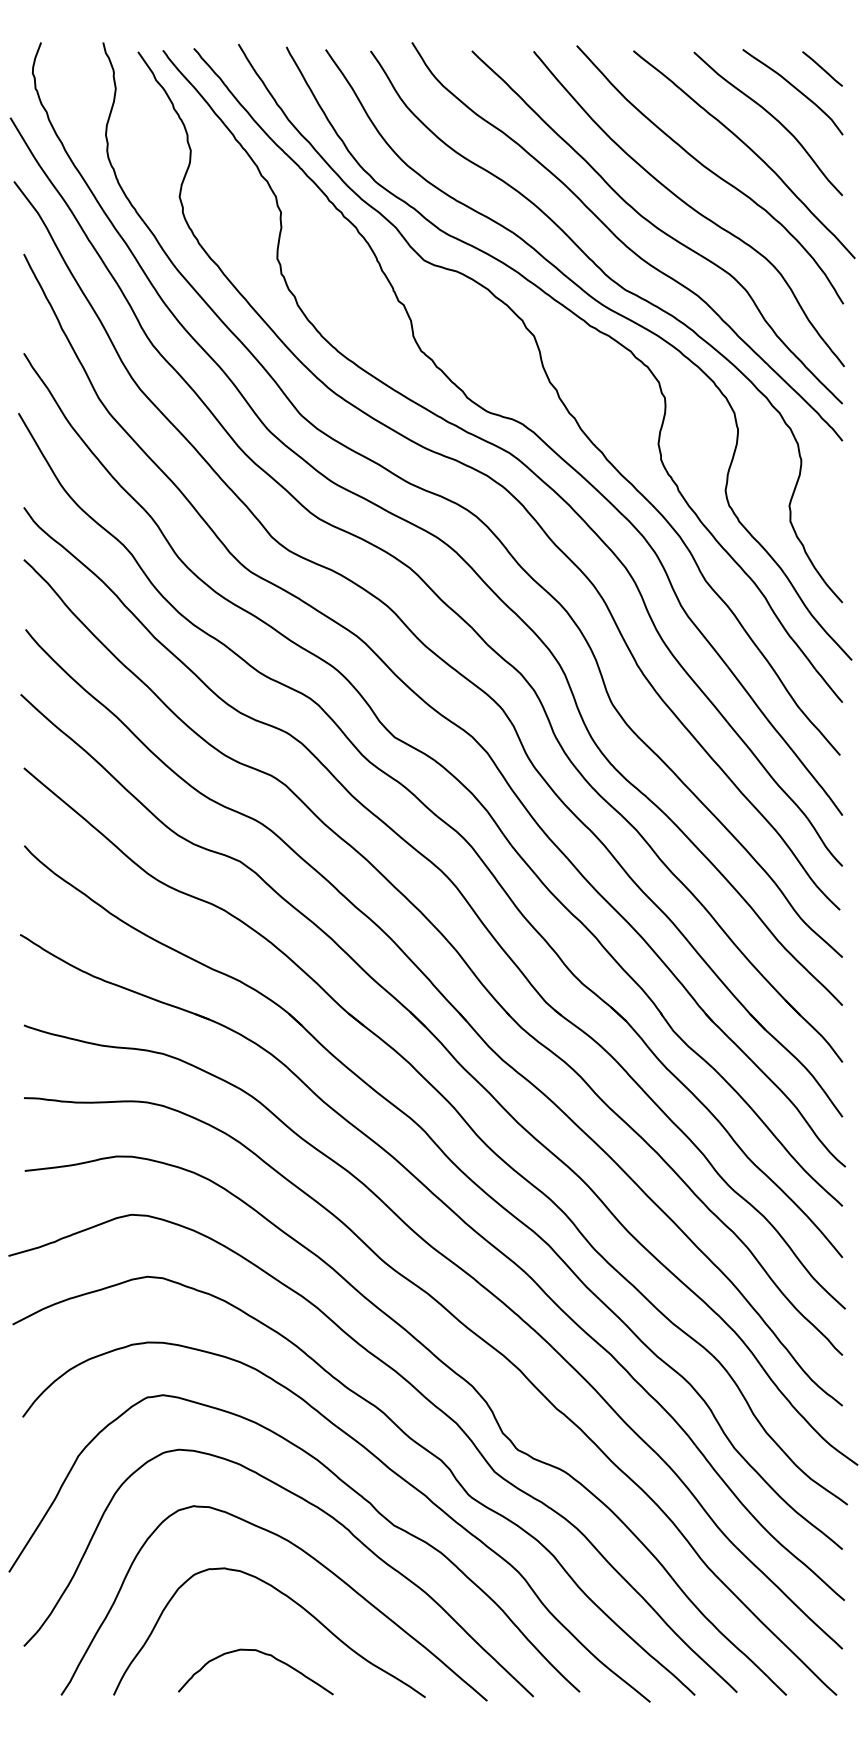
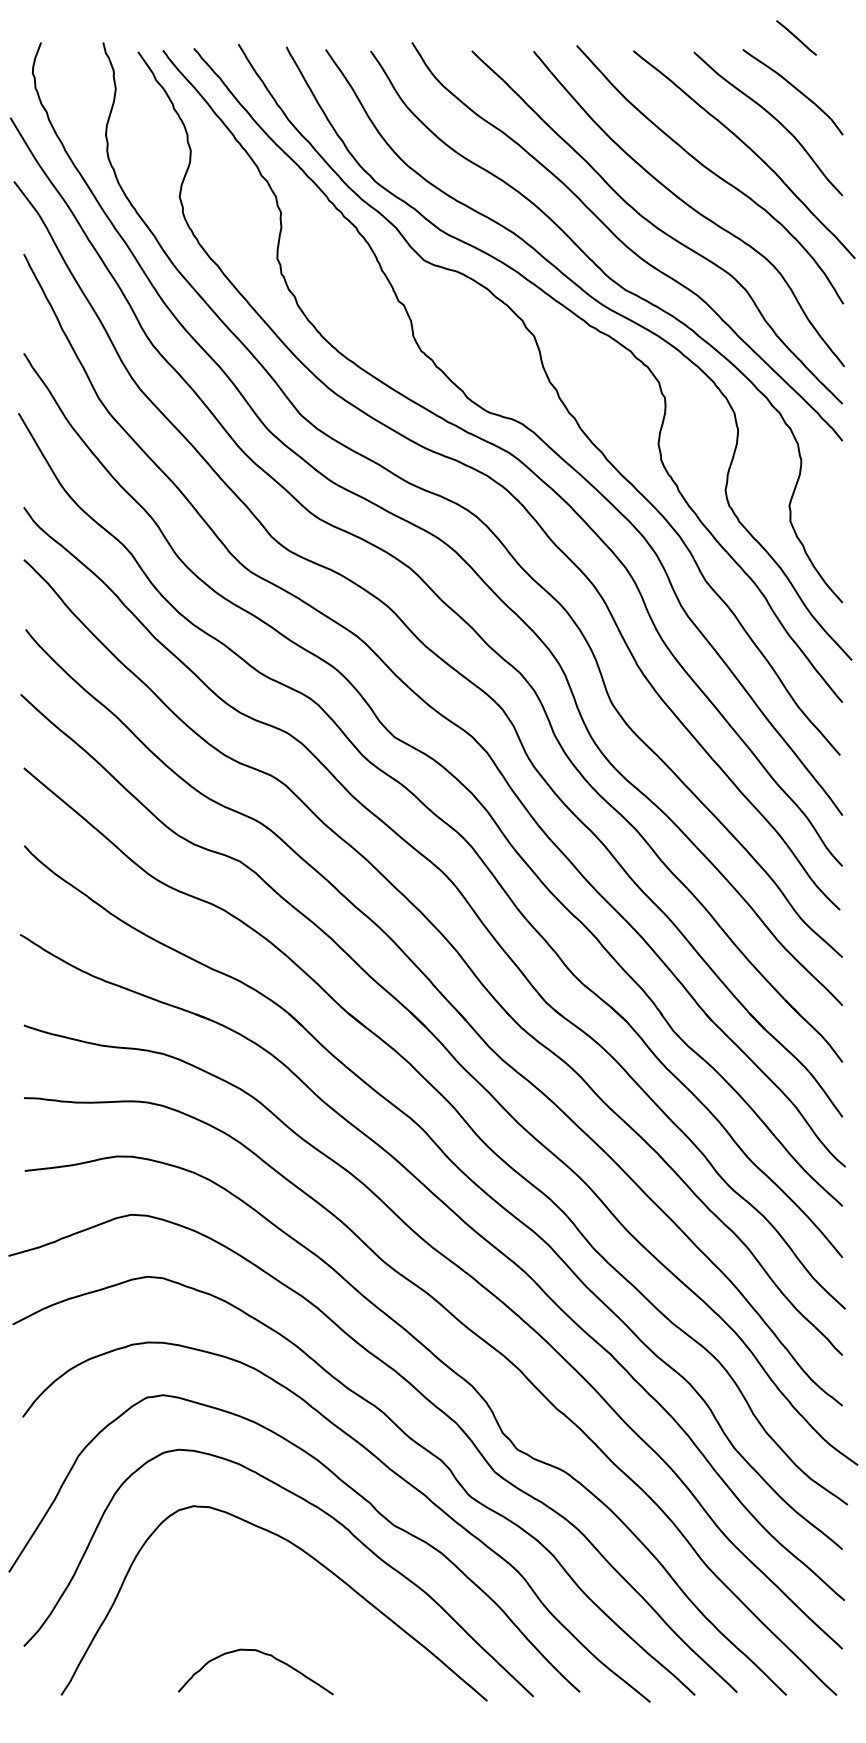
line at (822, 68) position: (822, 68) -> (796, 37)
curve at (289, 1599): present -> none
